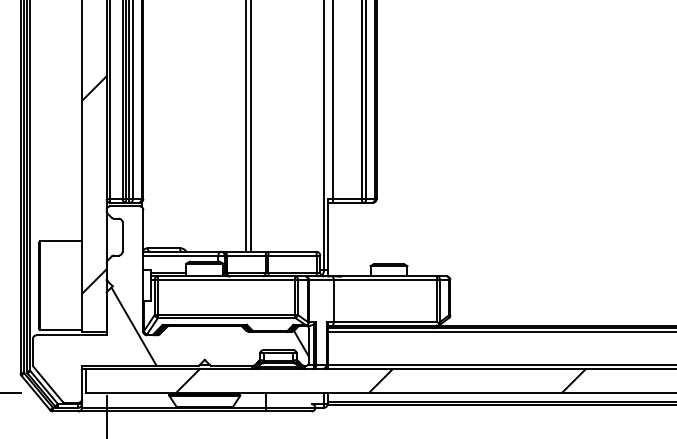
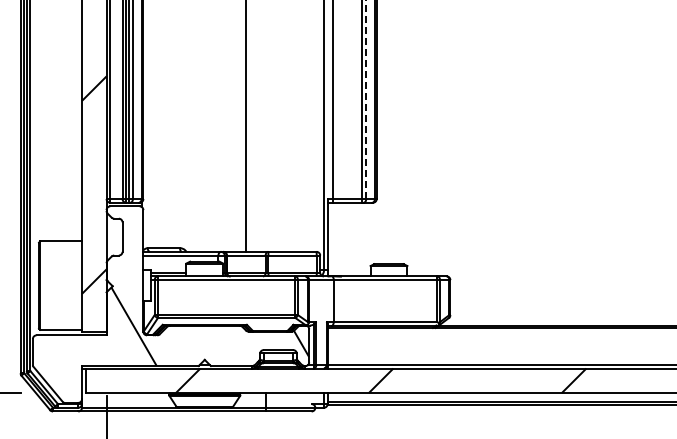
line at (366, 99): solid -> dashed
line at (250, 126): present -> none
line at (500, 331): present -> none
